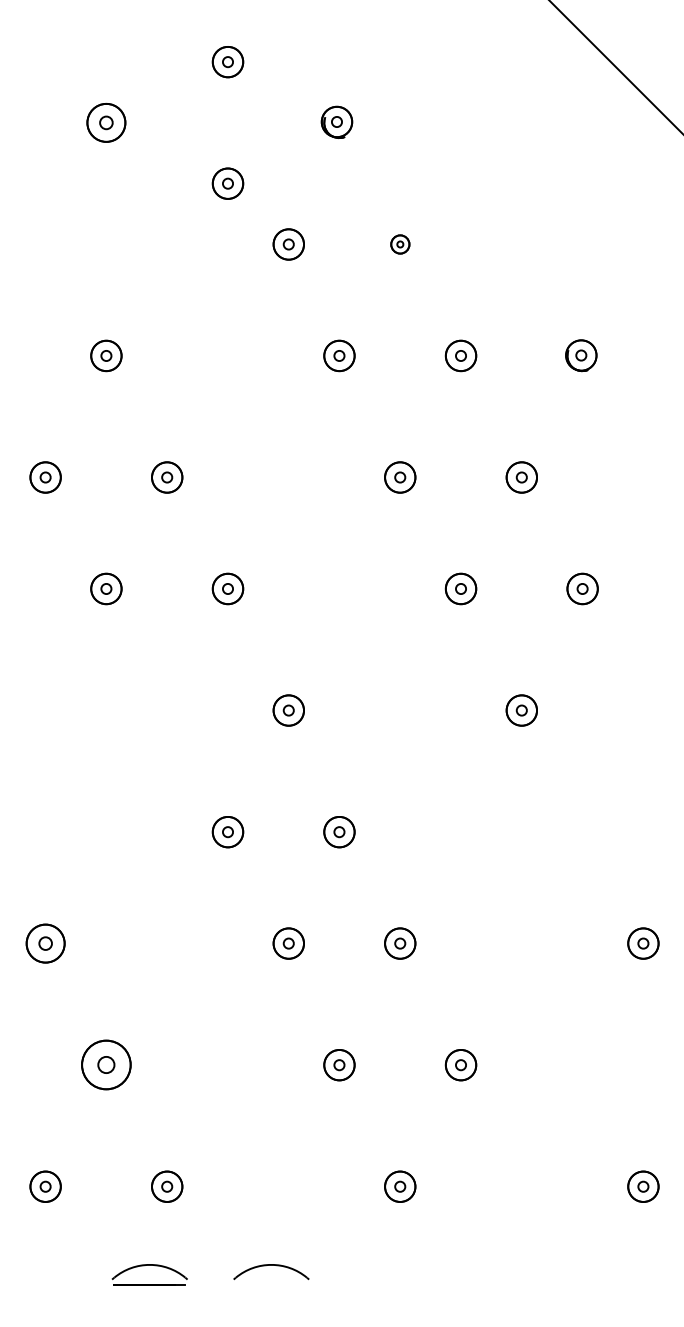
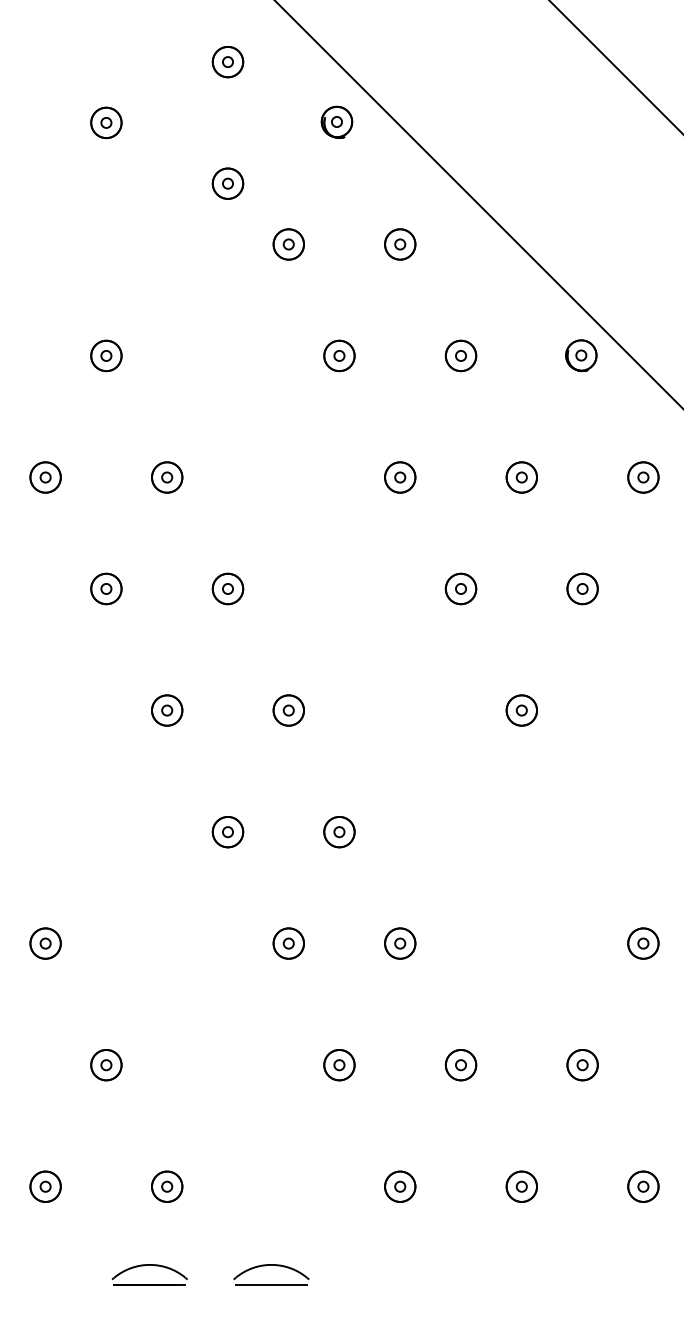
part at (106, 122) size: 41x40 px -> 33x34 px
line at (478, 204): none -> present
part at (400, 244) size: 21x21 px -> 33x33 px
part at (643, 477): none -> present
part at (167, 710): none -> present
part at (45, 943) size: 41x41 px -> 33x33 px
part at (106, 1064) size: 51x52 px -> 33x33 px
part at (582, 1065): none -> present
part at (521, 1186): none -> present
line at (270, 1285): none -> present
